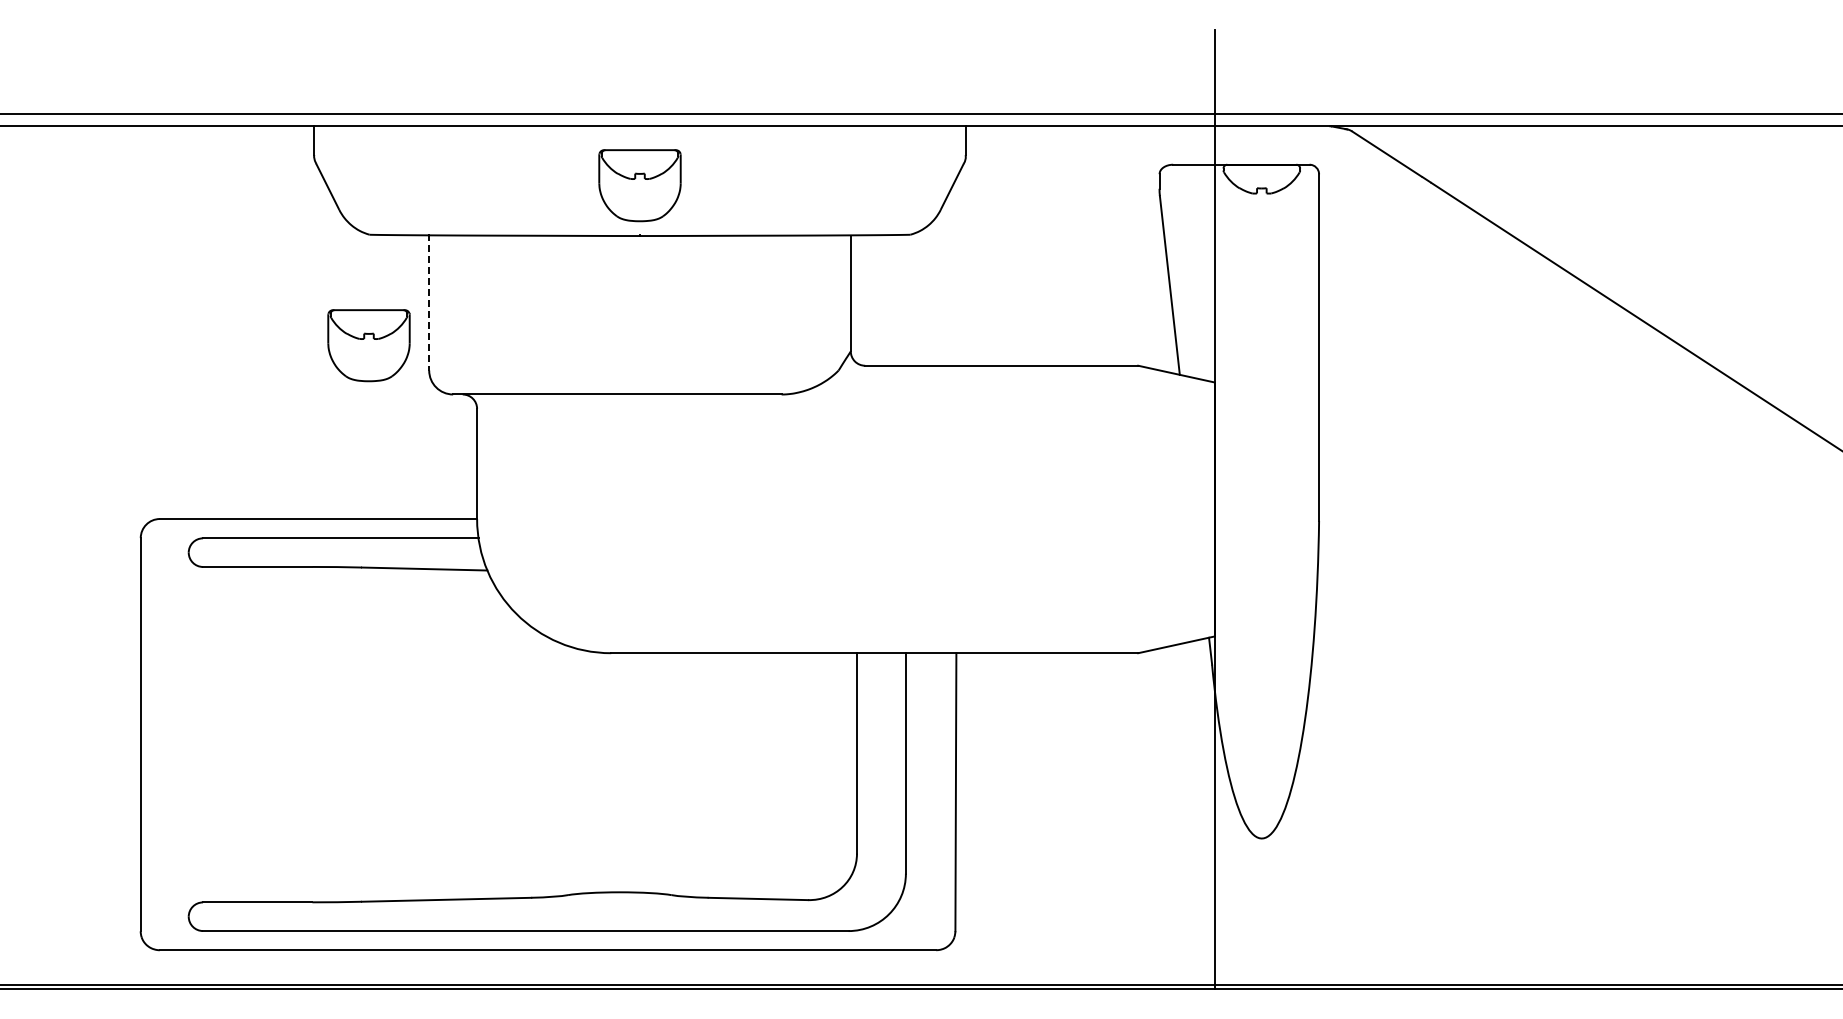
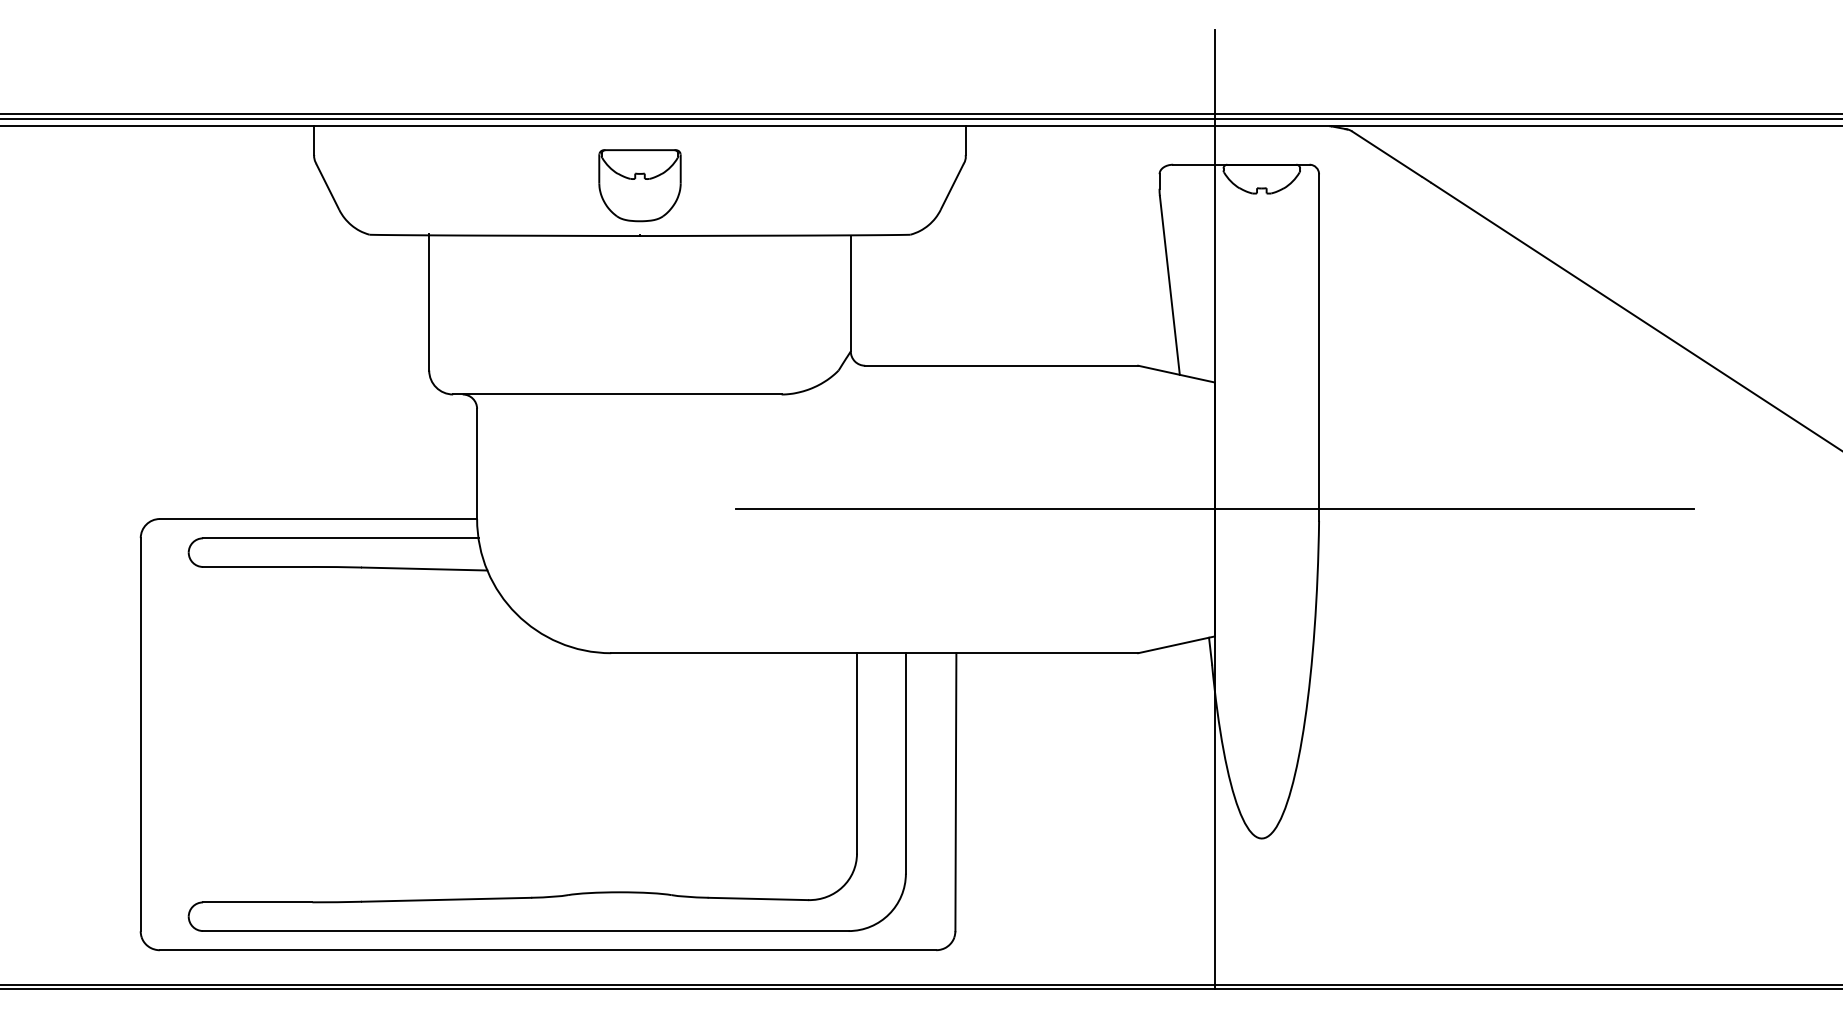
line at (920, 118): none -> present
line at (429, 302): dashed -> solid
part at (368, 345): present -> none
line at (1214, 509): none -> present
